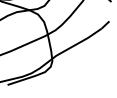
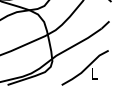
part at (84, 67): none -> present
